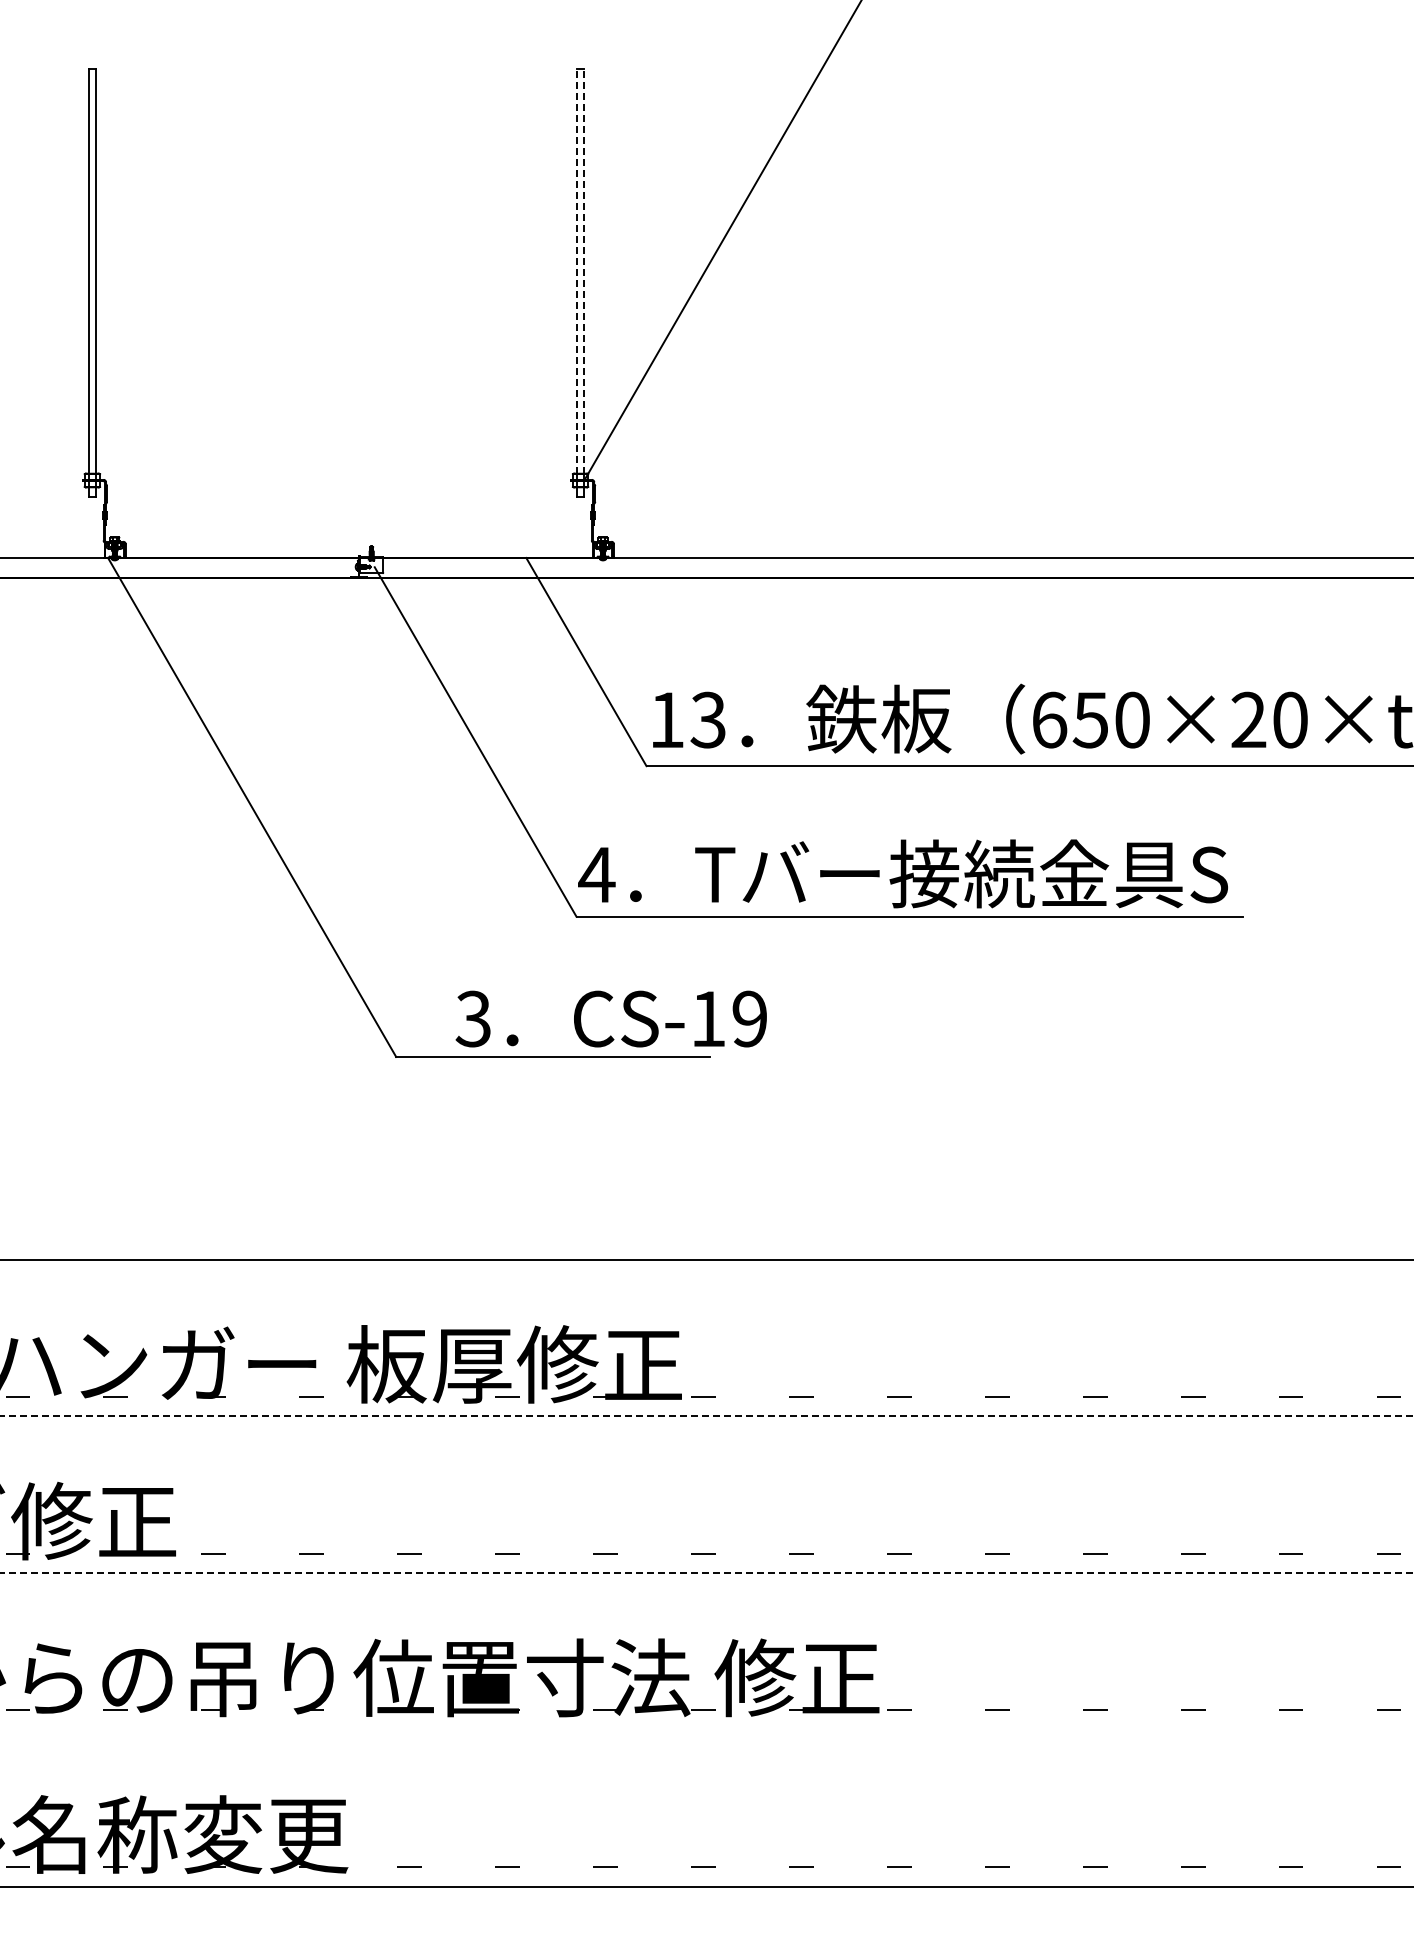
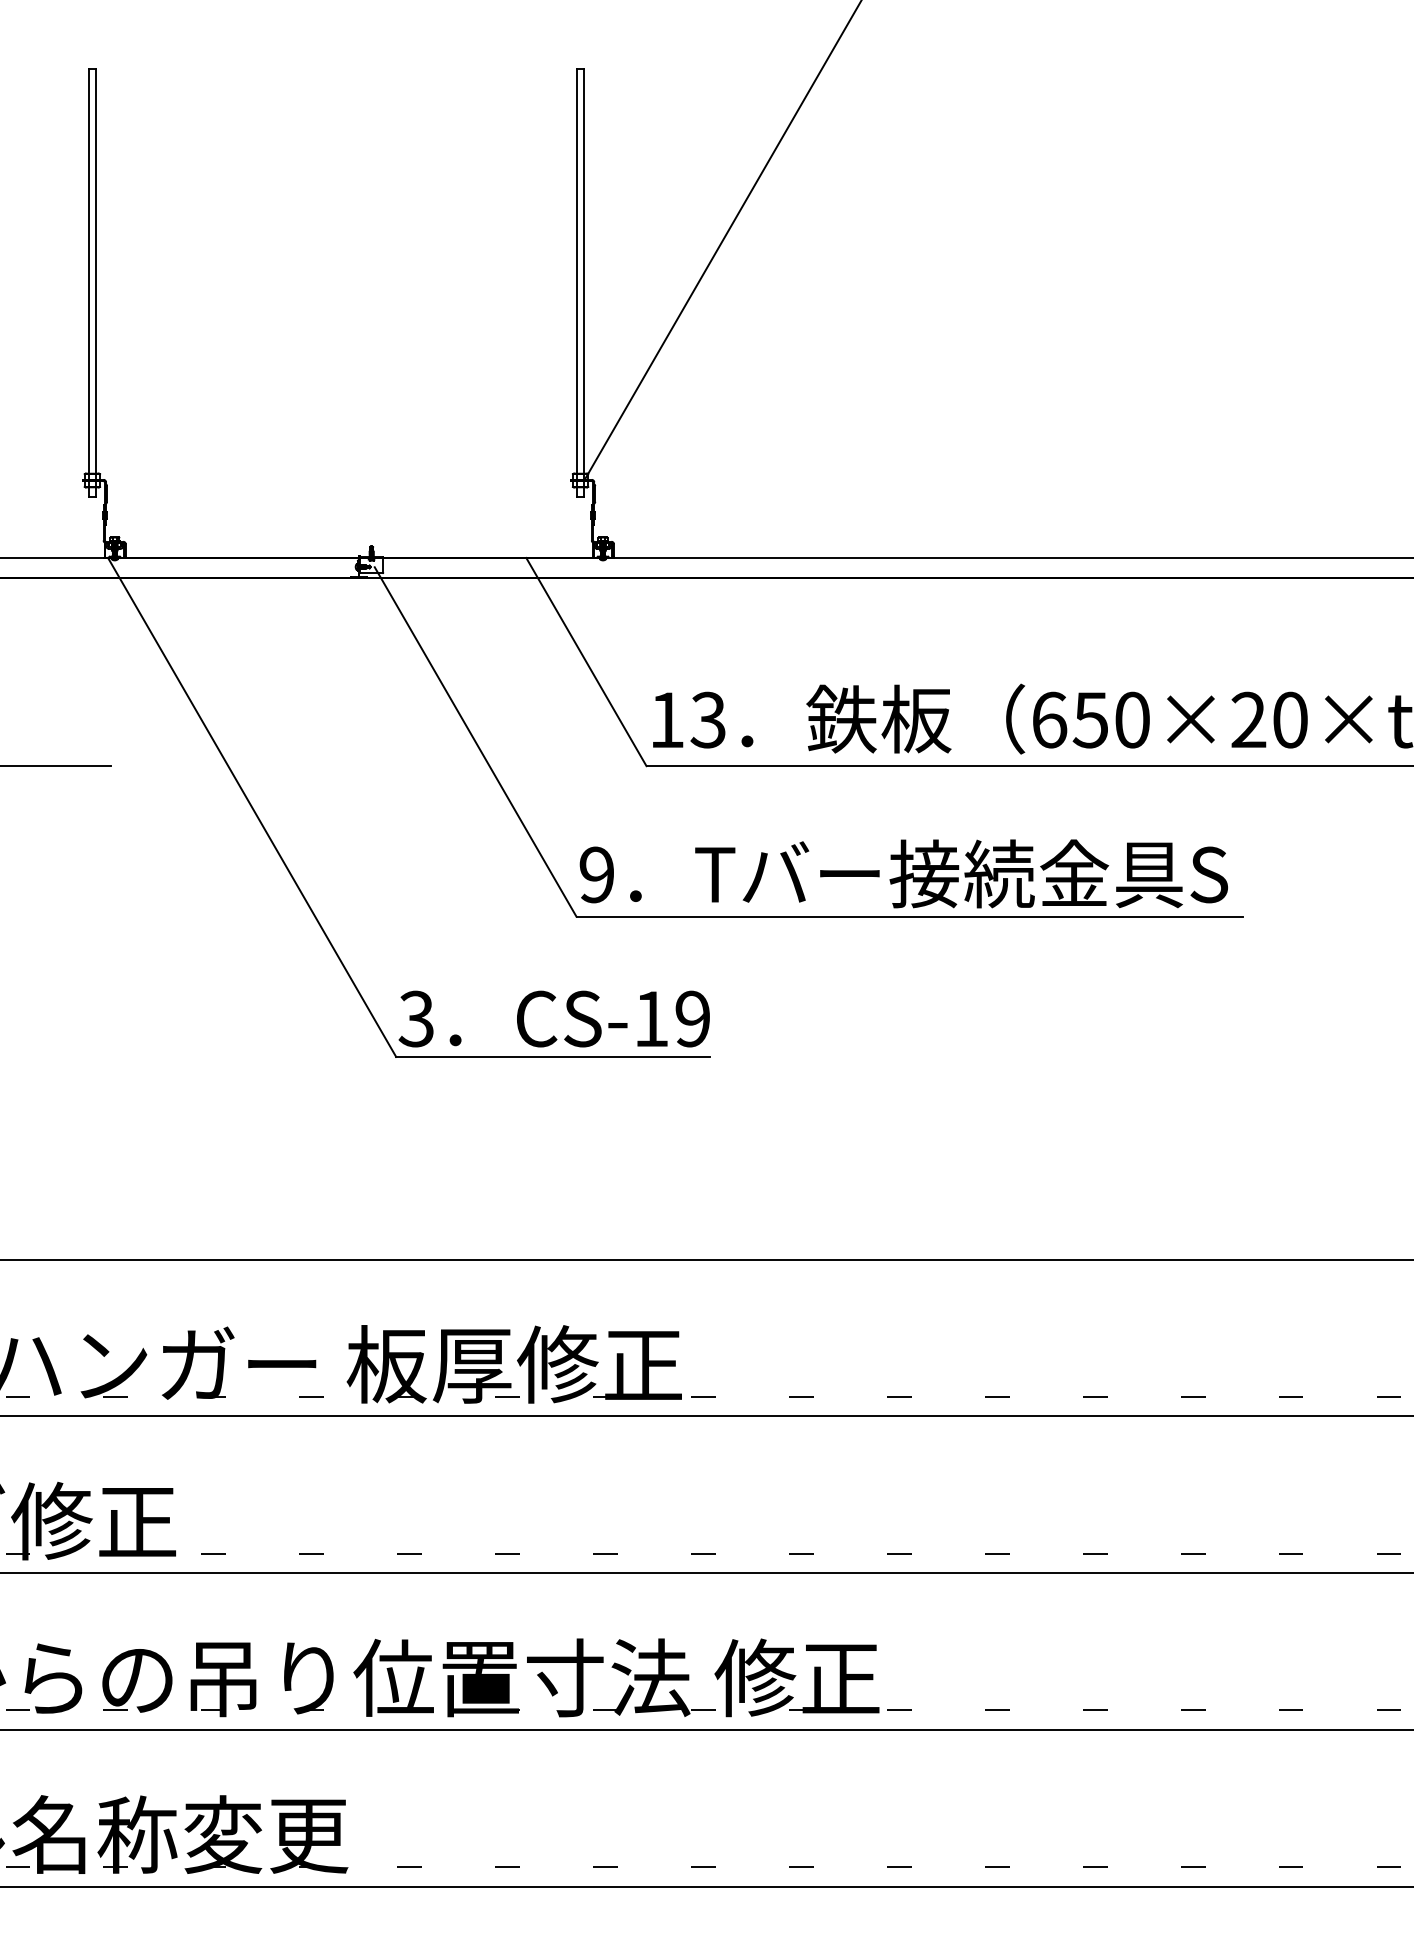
line at (577, 271): dashed -> solid
line at (584, 271): dashed -> solid
line at (56, 766): none -> present
text at (596, 874): 4 -> 9
text at (610, 1018) position: (610, 1018) -> (553, 1018)
line at (707, 1416): dashed -> solid
line at (707, 1573): dashed -> solid
line at (706, 1729): none -> present
